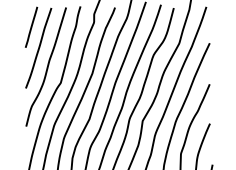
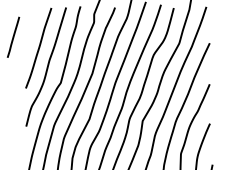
line at (31, 26) position: (31, 26) -> (13, 36)
